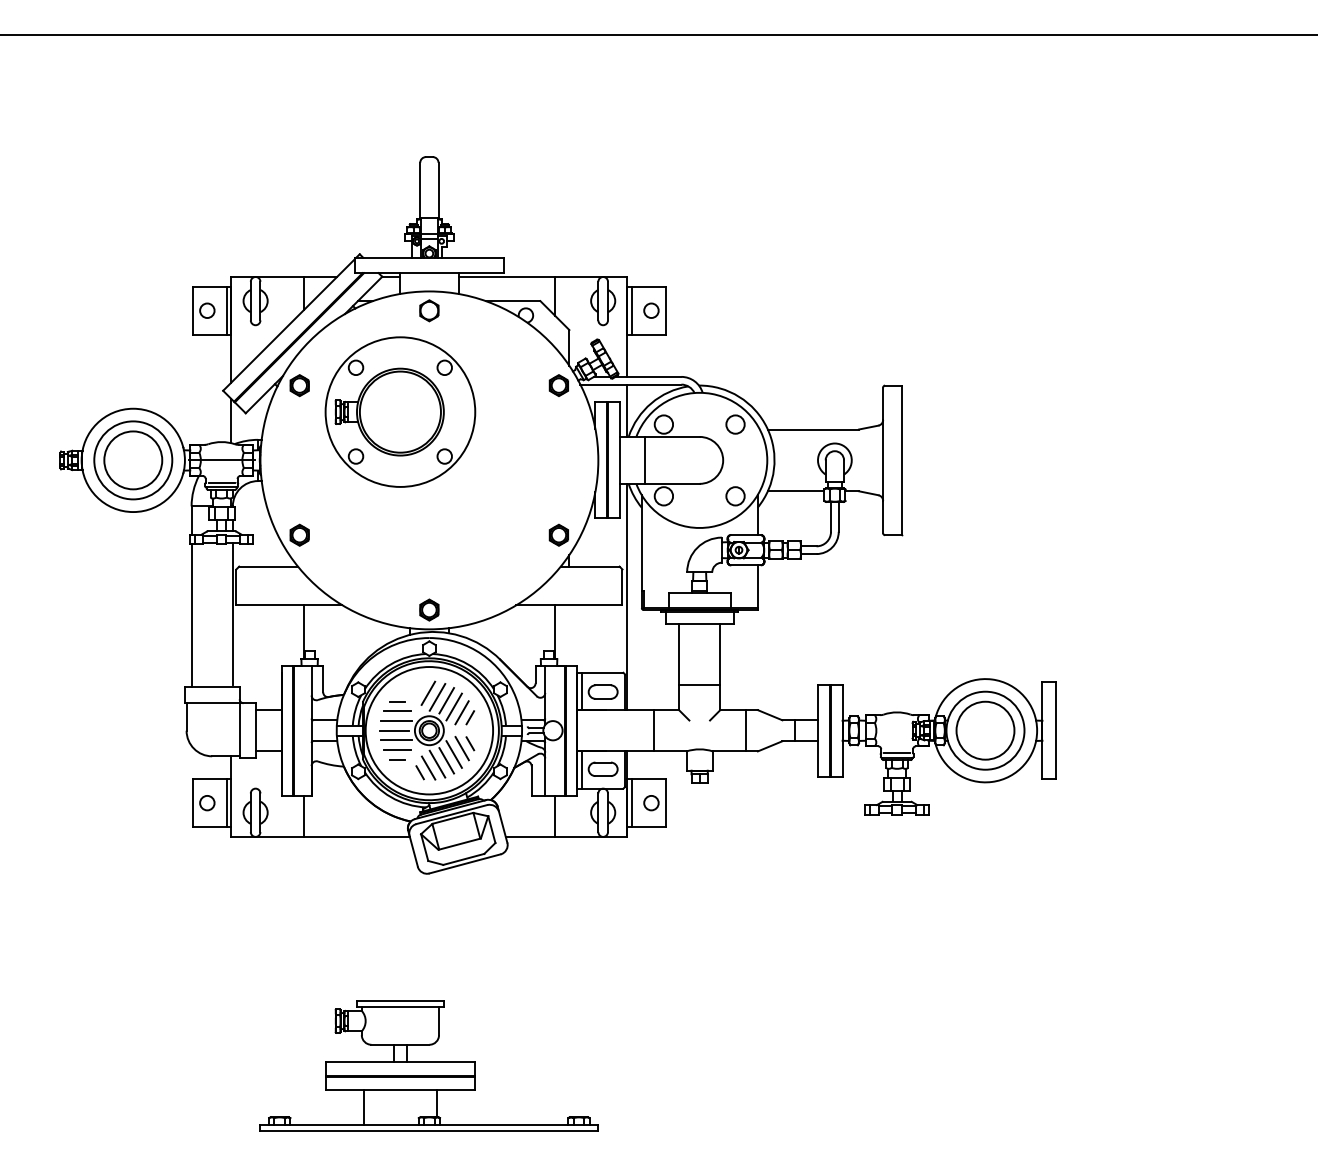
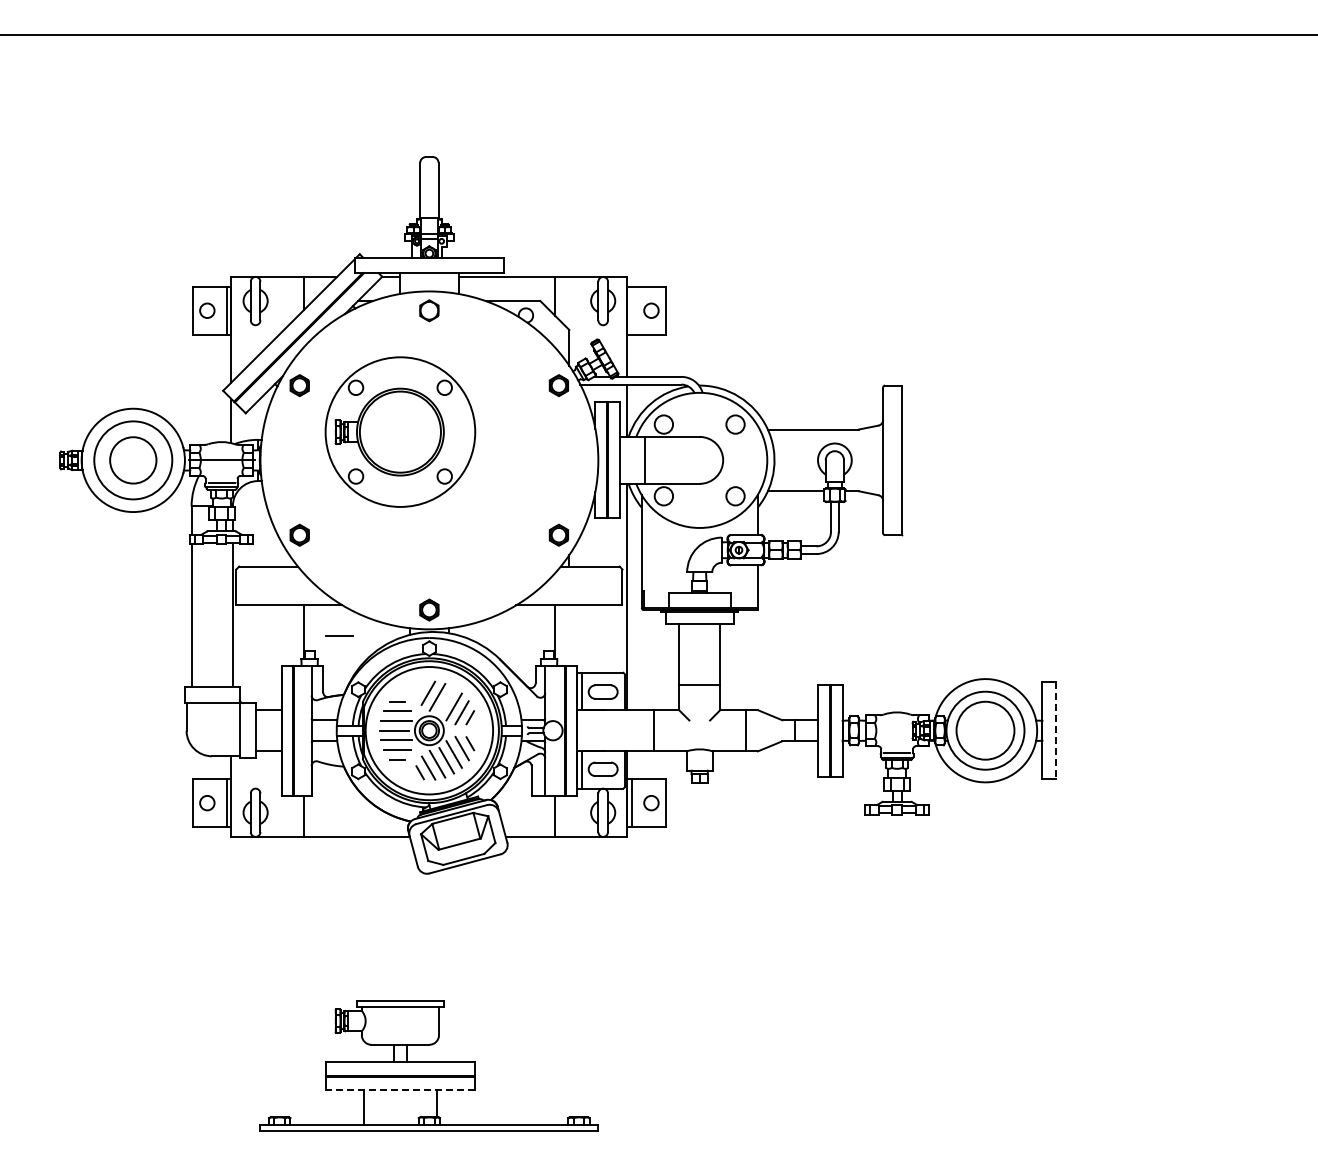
line at (632, 310): present -> none
part at (400, 411) position: (400, 411) -> (400, 431)
circle at (133, 460) diameter: 58 px -> 46 px
line at (339, 635): none -> present
line at (446, 700): present -> none
line at (1055, 731): solid -> dashed
line at (400, 1090): solid -> dashed
